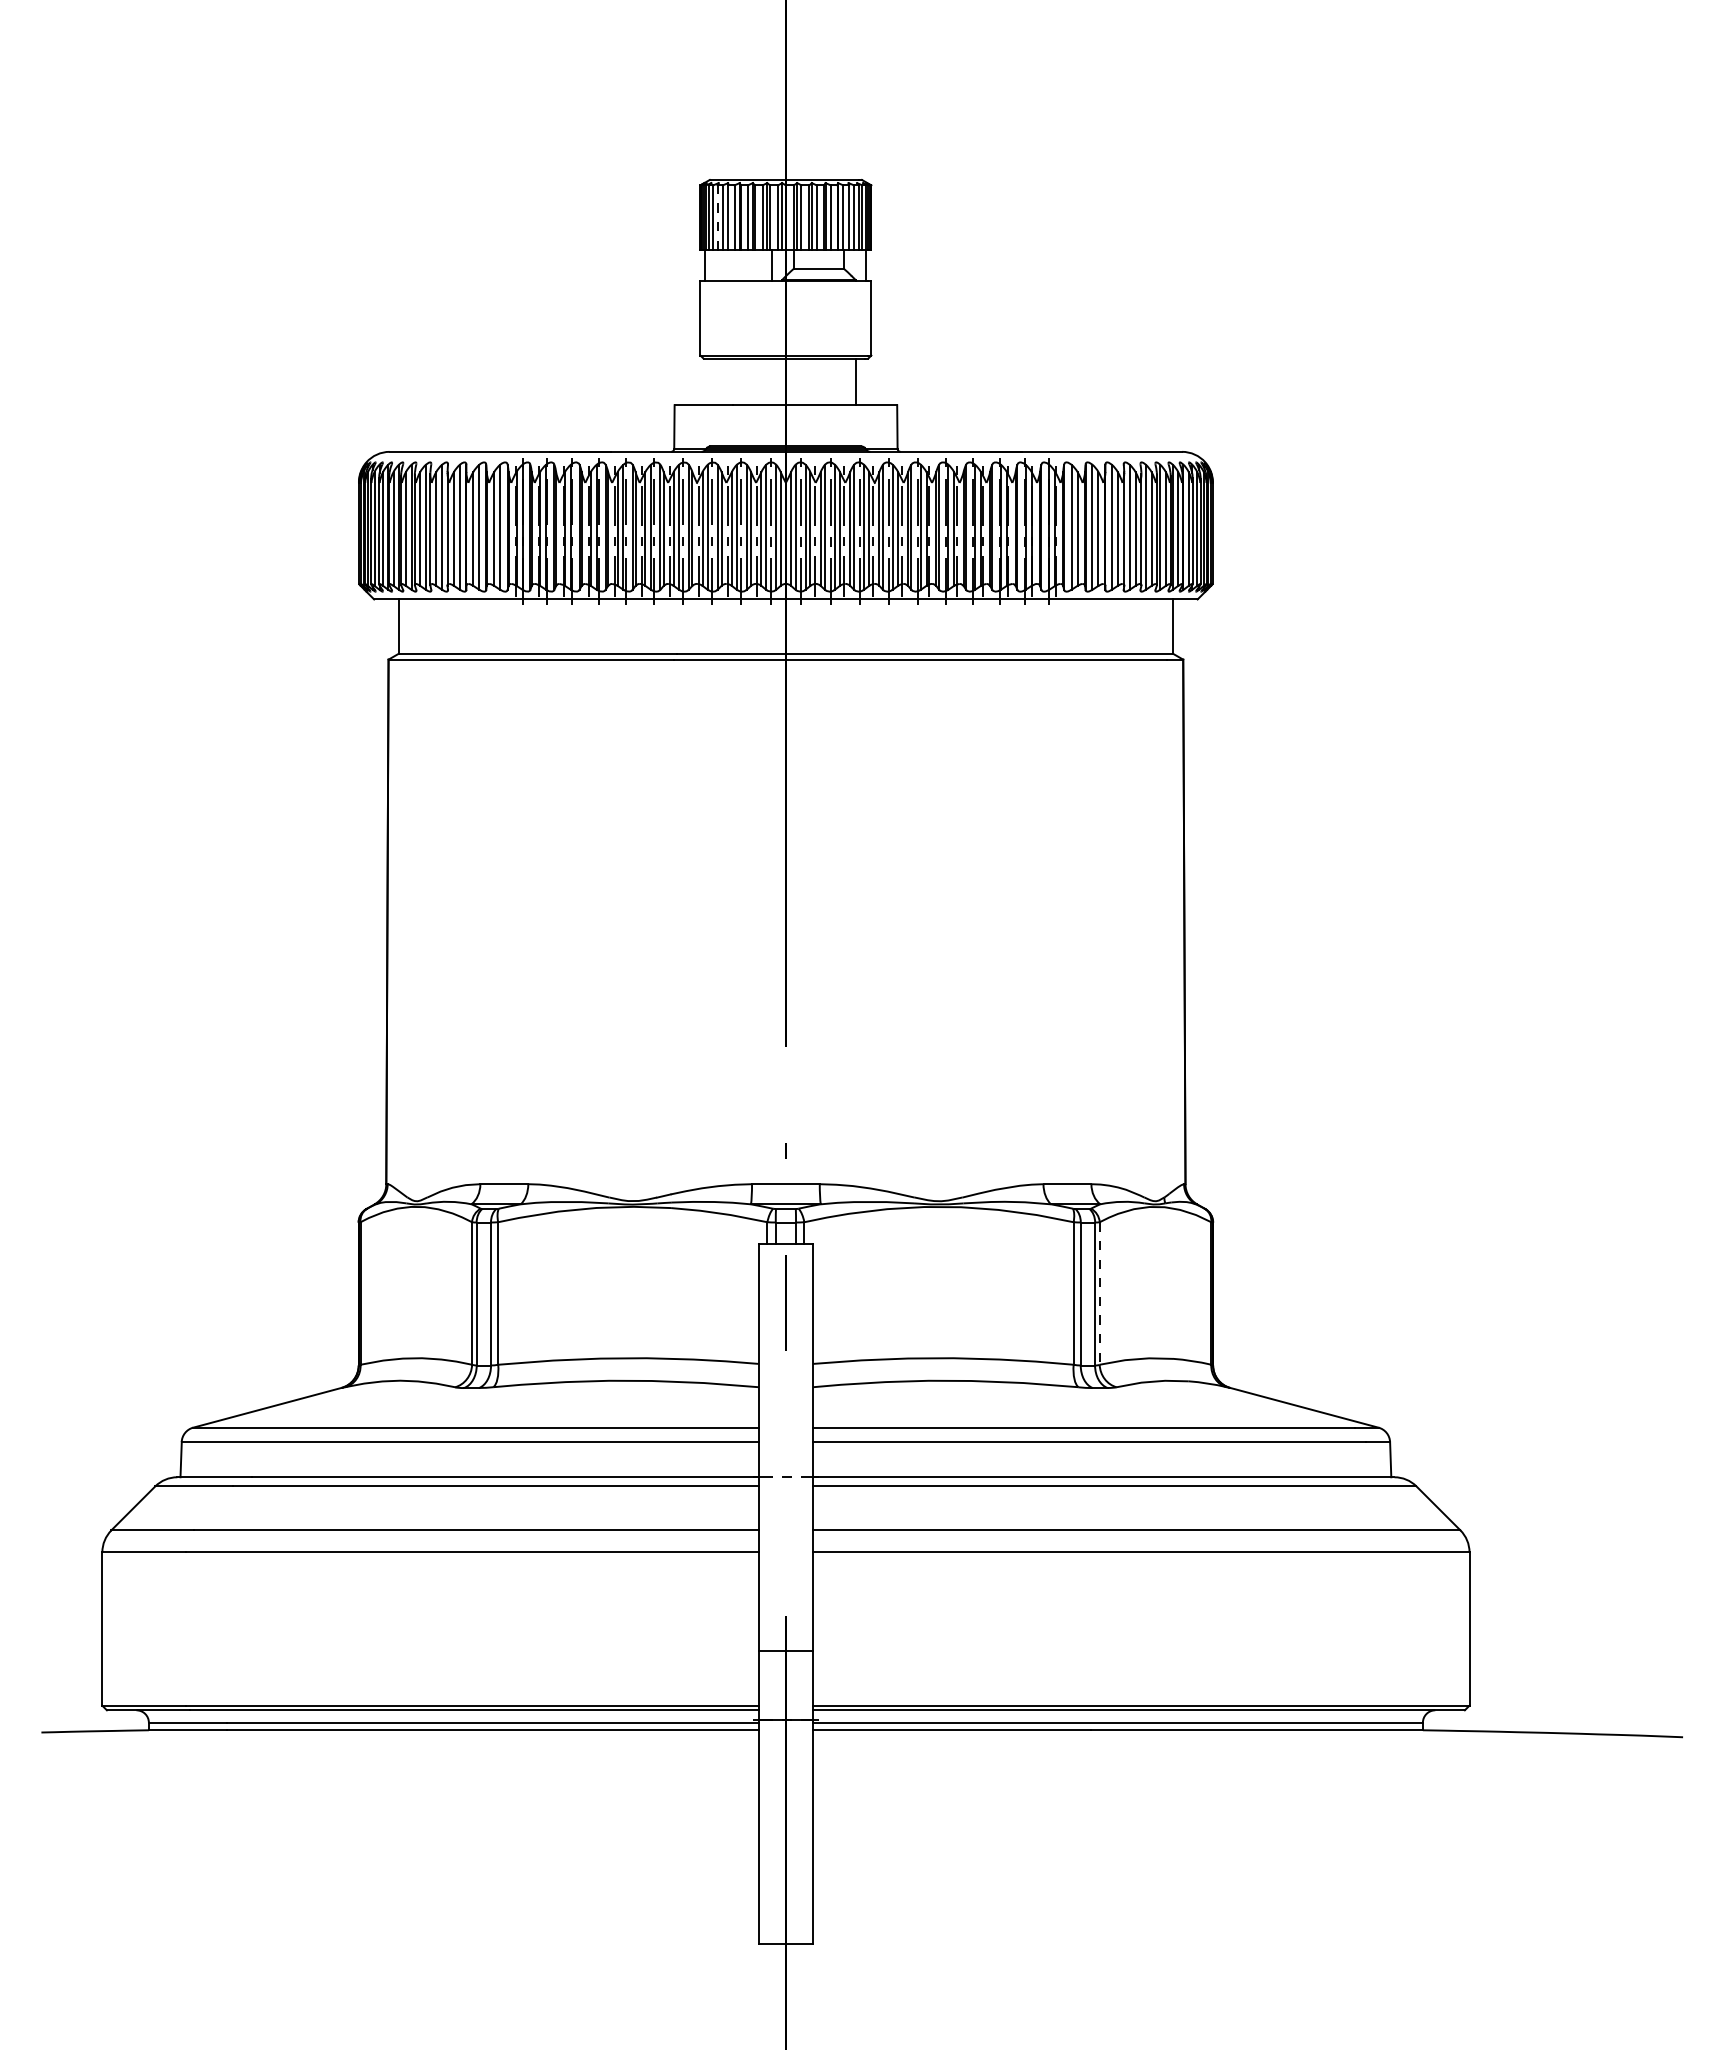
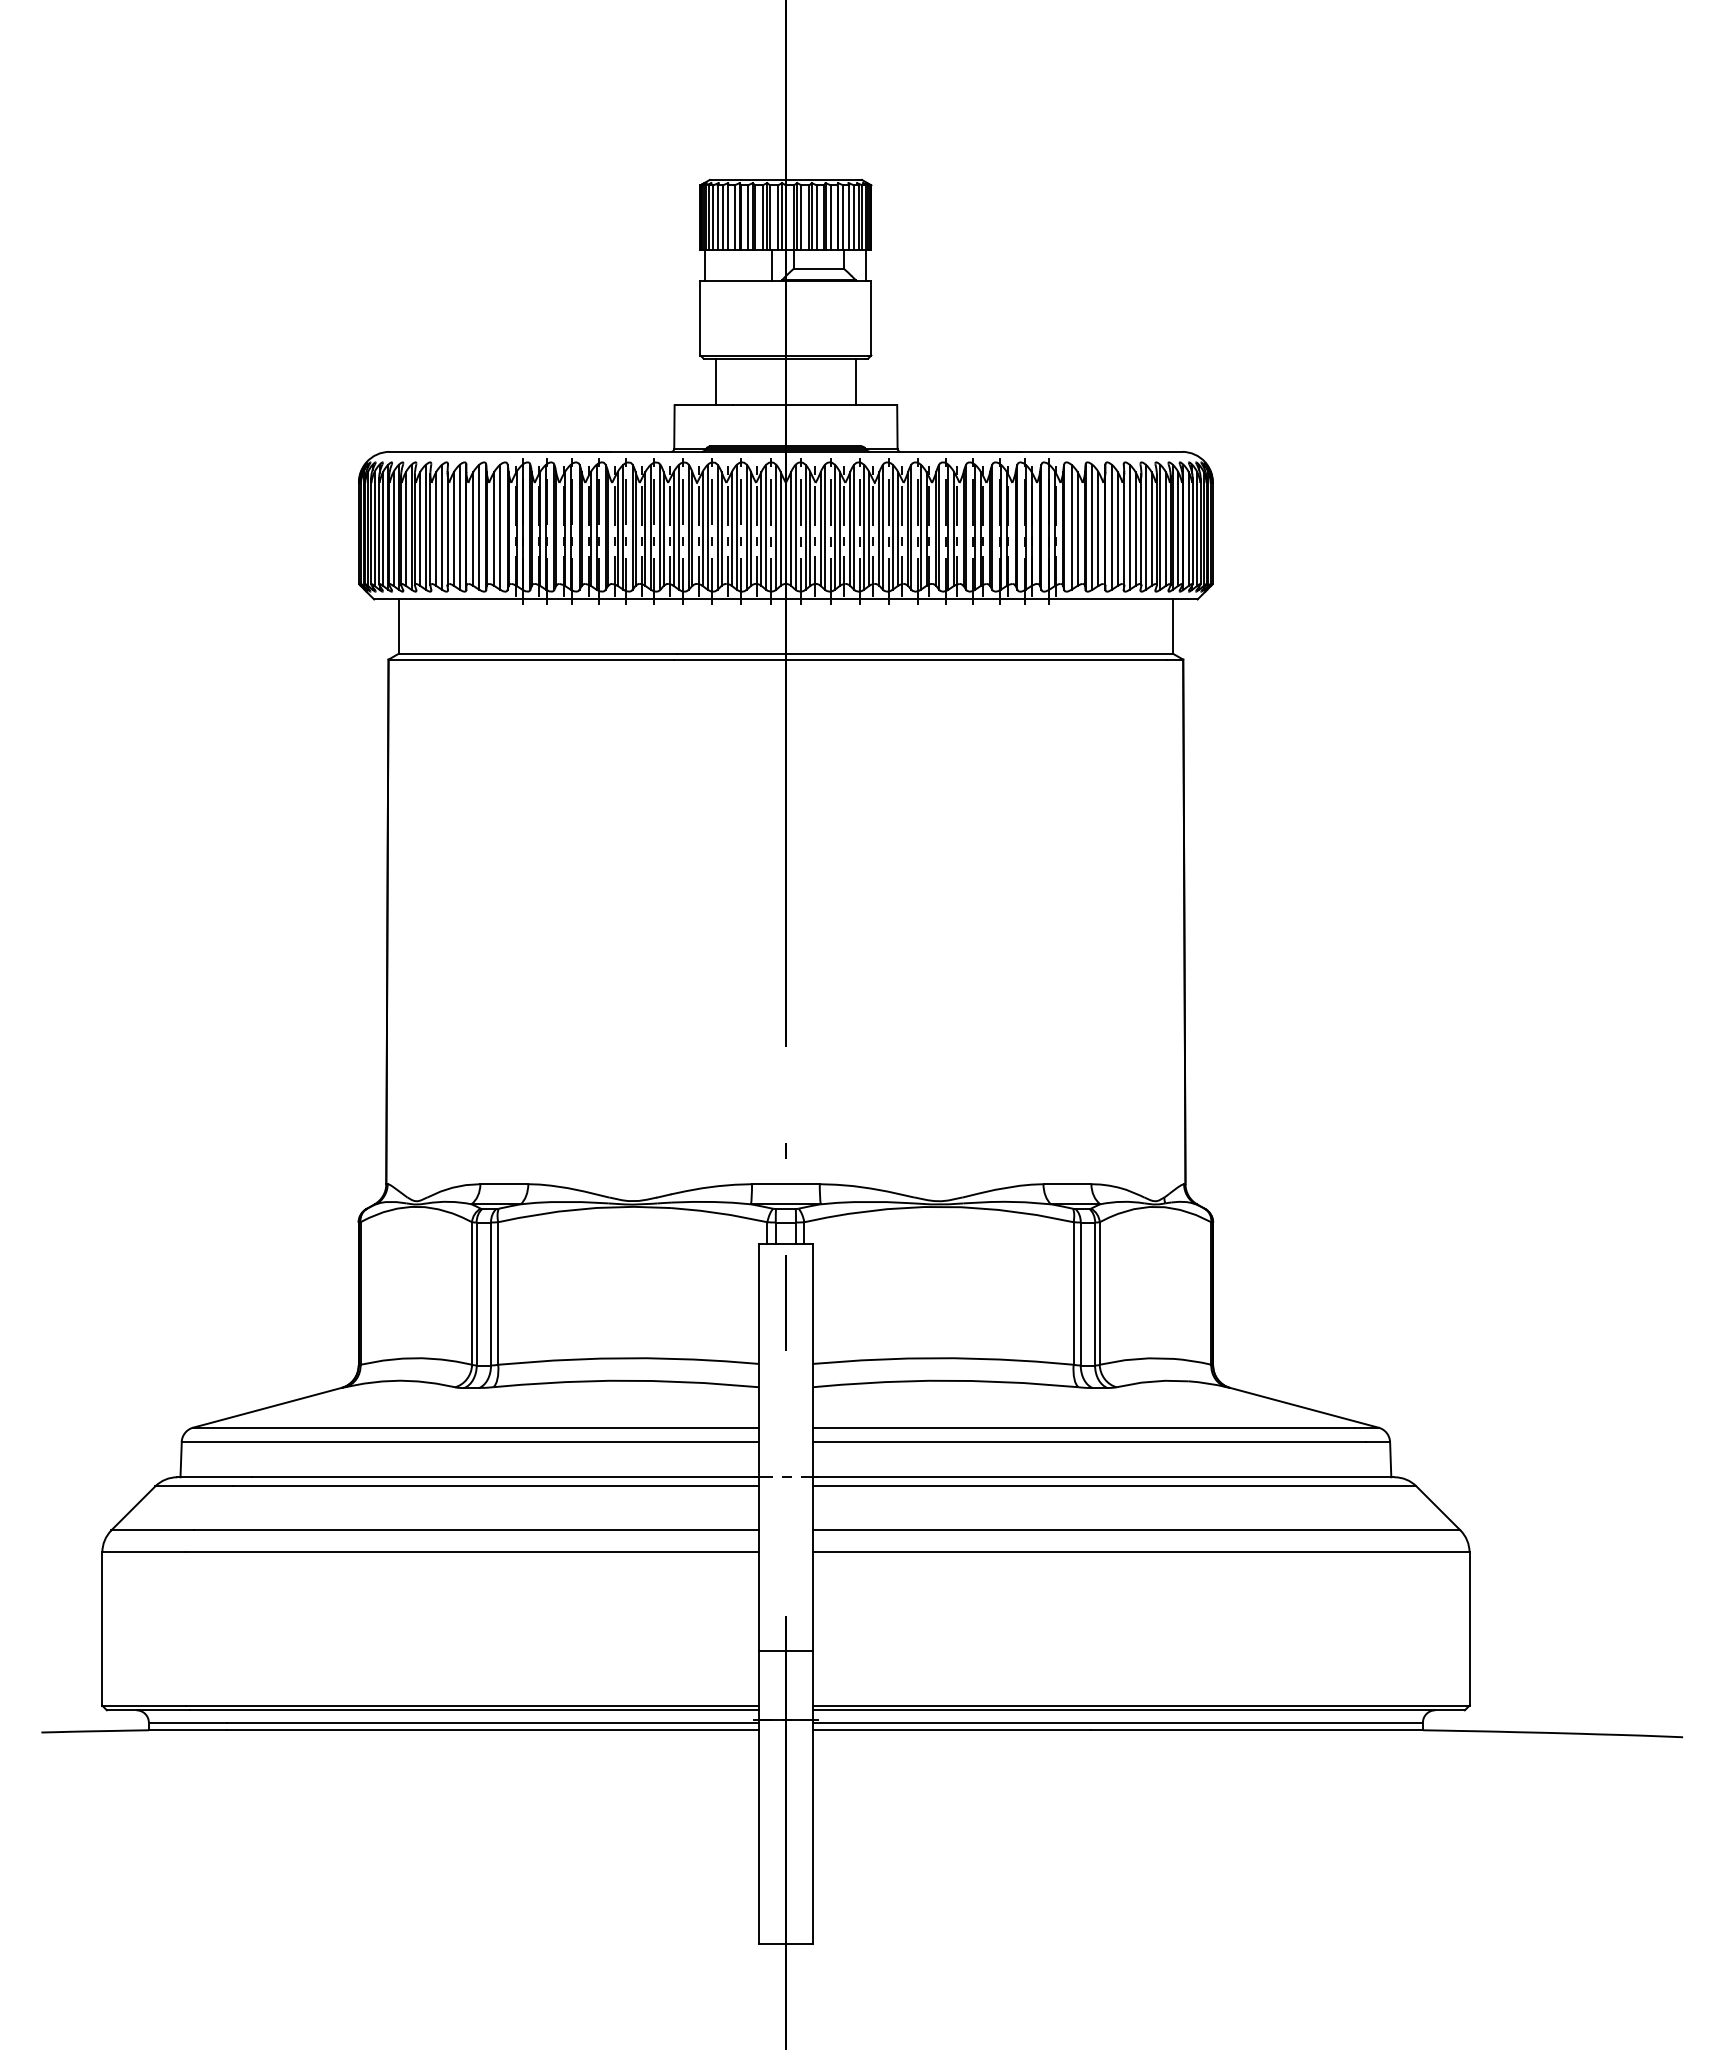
line at (717, 217): dashed -> solid
line at (716, 381): none -> present
line at (1099, 1293): dashed -> solid
